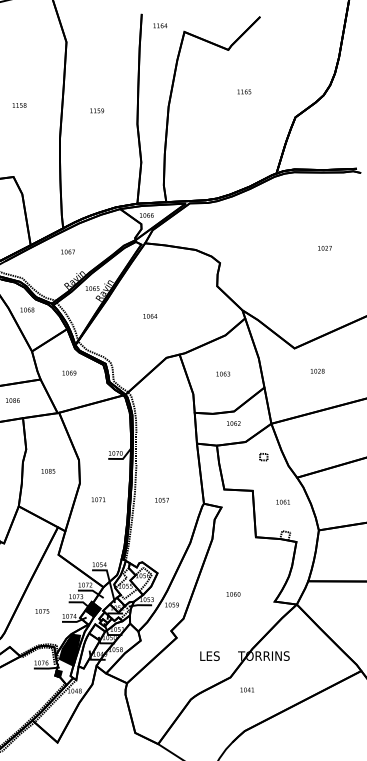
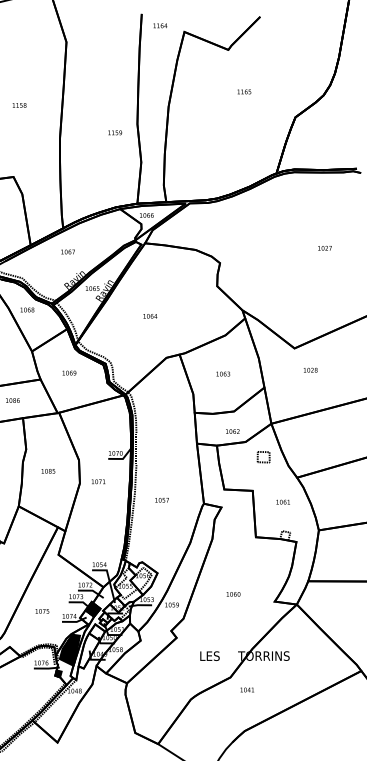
text at (97, 110) position: (97, 110) -> (115, 132)
text at (317, 370) position: (317, 370) -> (310, 369)
text at (233, 423) position: (233, 423) -> (232, 431)
part at (263, 456) size: 10x10 px -> 15x13 px
text at (98, 499) position: (98, 499) -> (98, 481)
